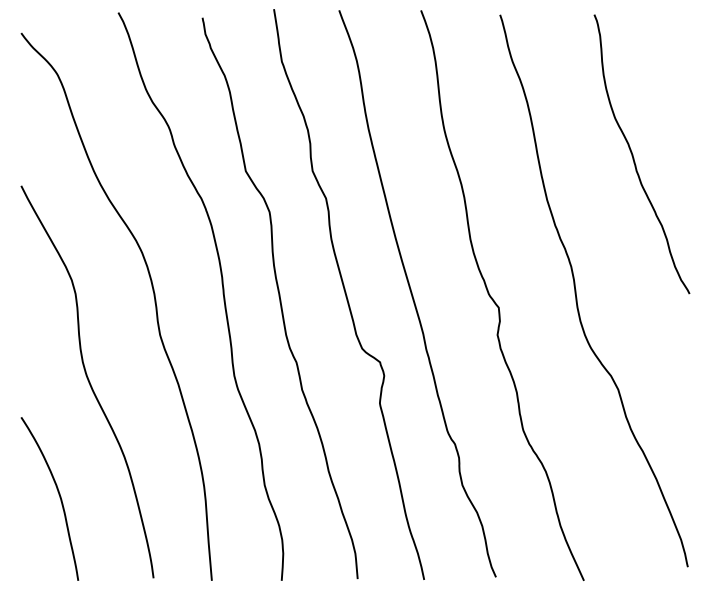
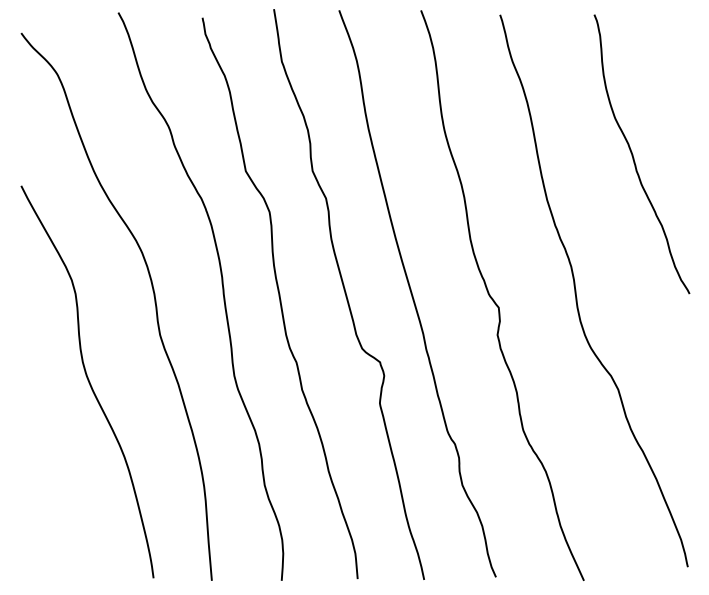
curve at (58, 494): present -> none
